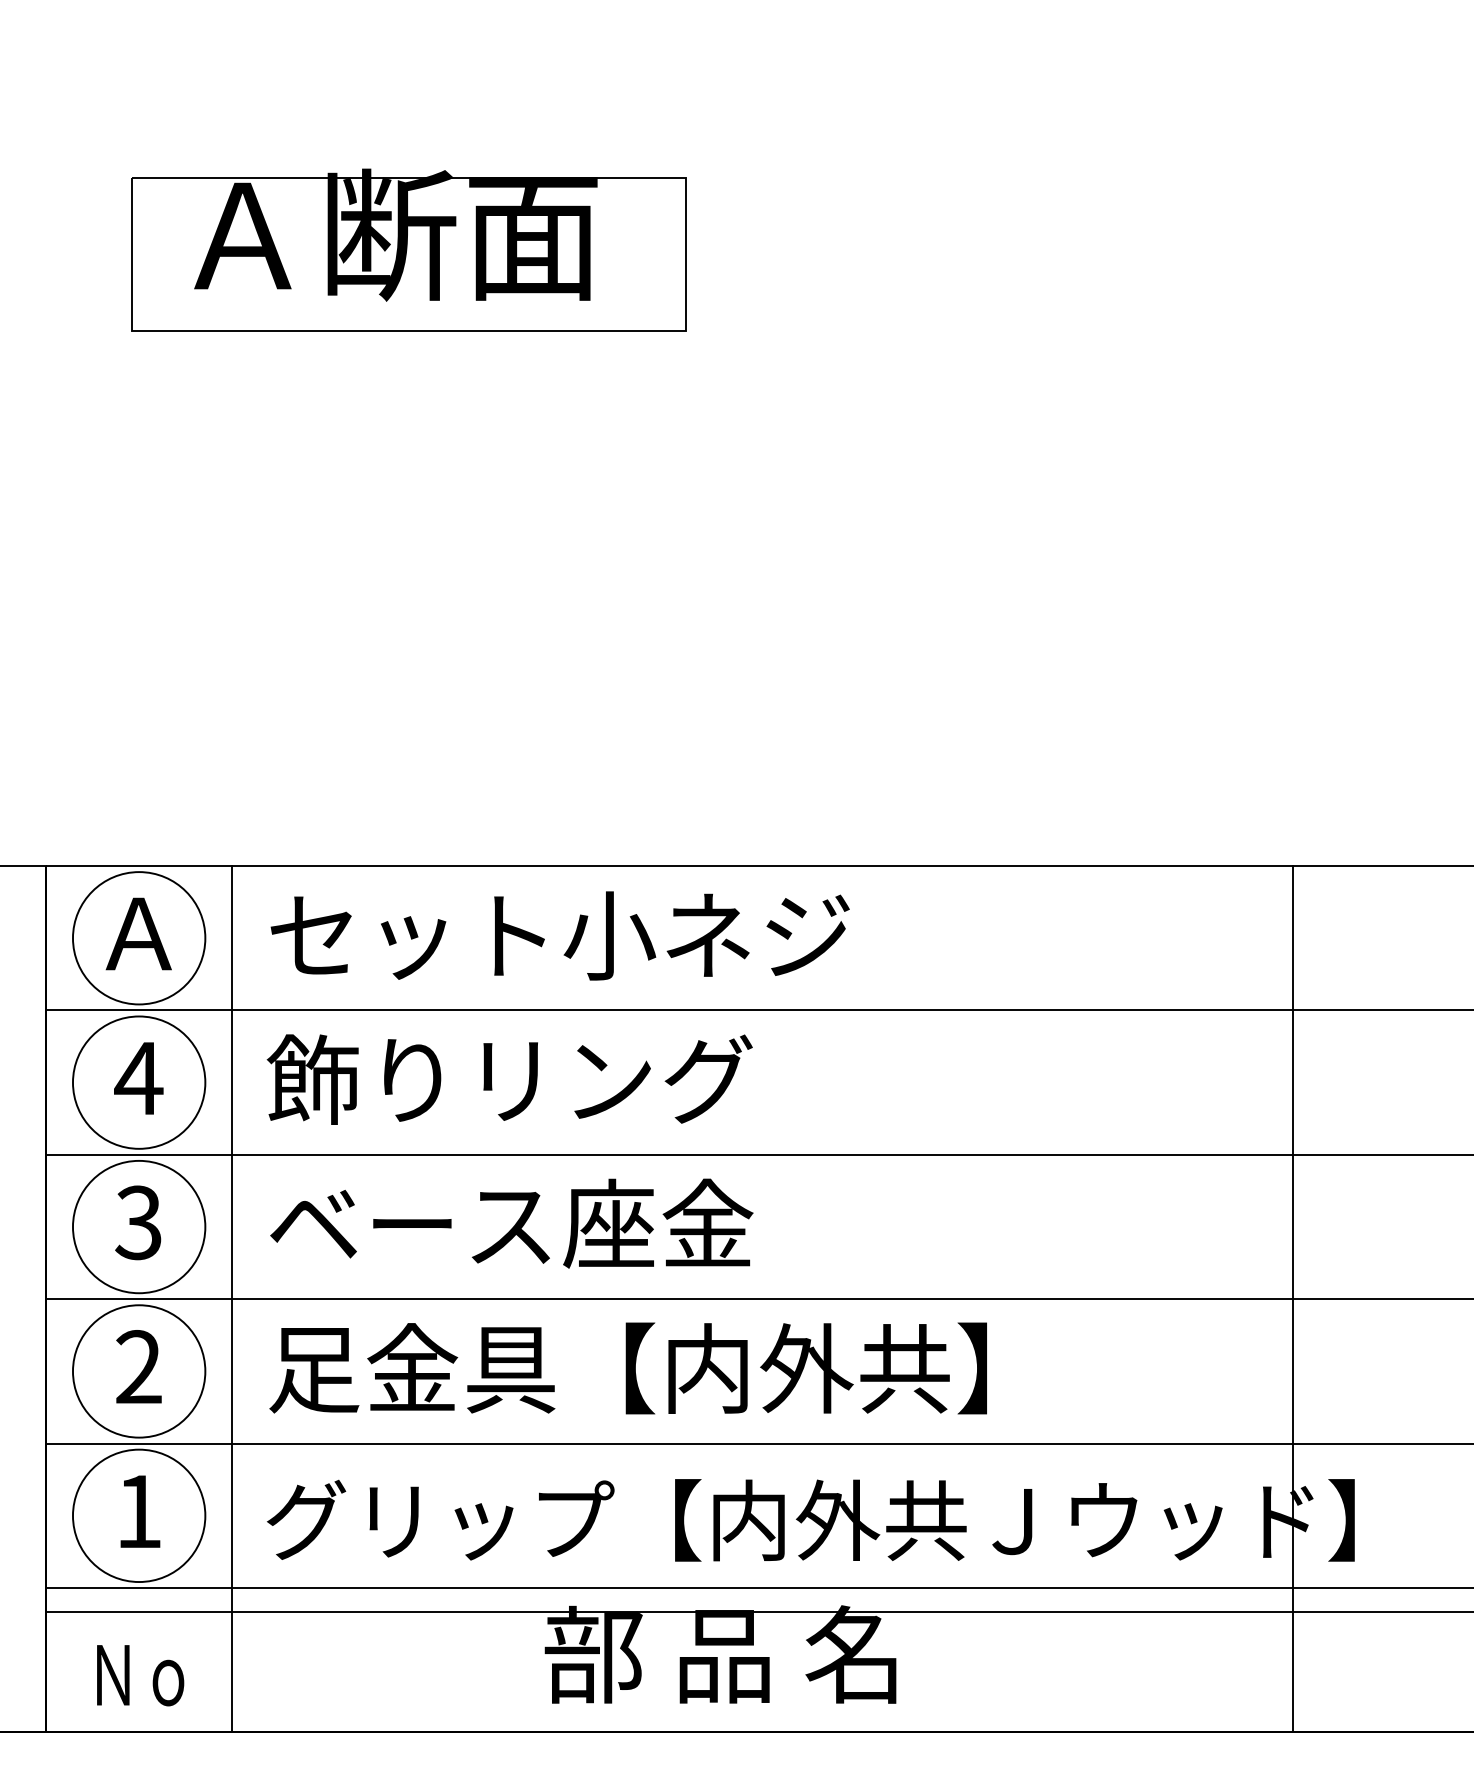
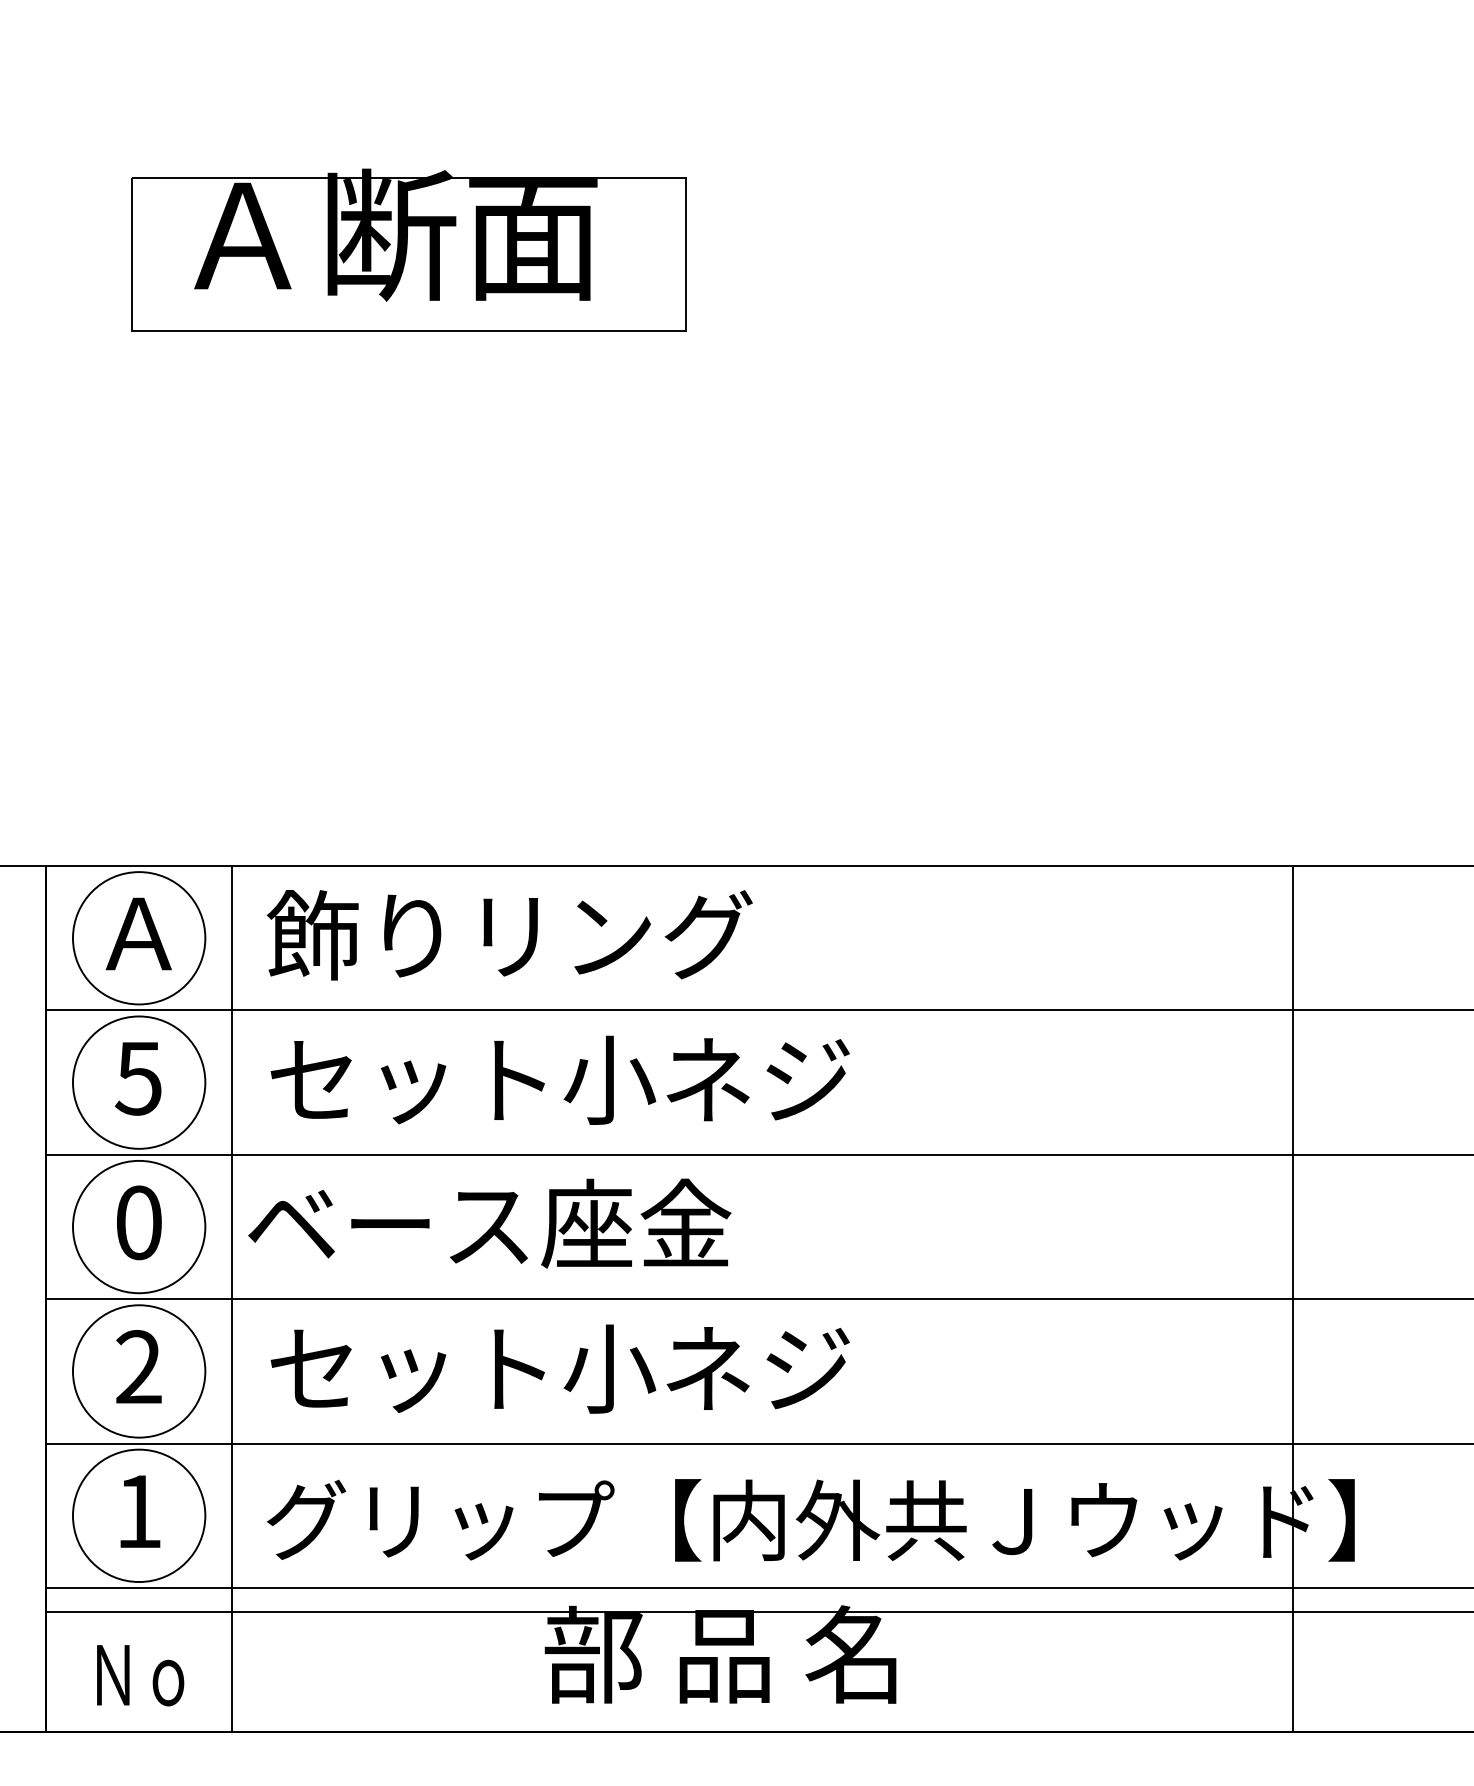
text at (557, 935): セット小ネジ -> 飾りリング
text at (138, 1078): 4 -> 5
text at (557, 1079): 飾りリング -> セット小ネジ
text at (138, 1222): 3 -> 0
text at (511, 1223) position: (511, 1223) -> (489, 1223)
text at (627, 1368): 足金具【内外共】 -> セット小ネジ
